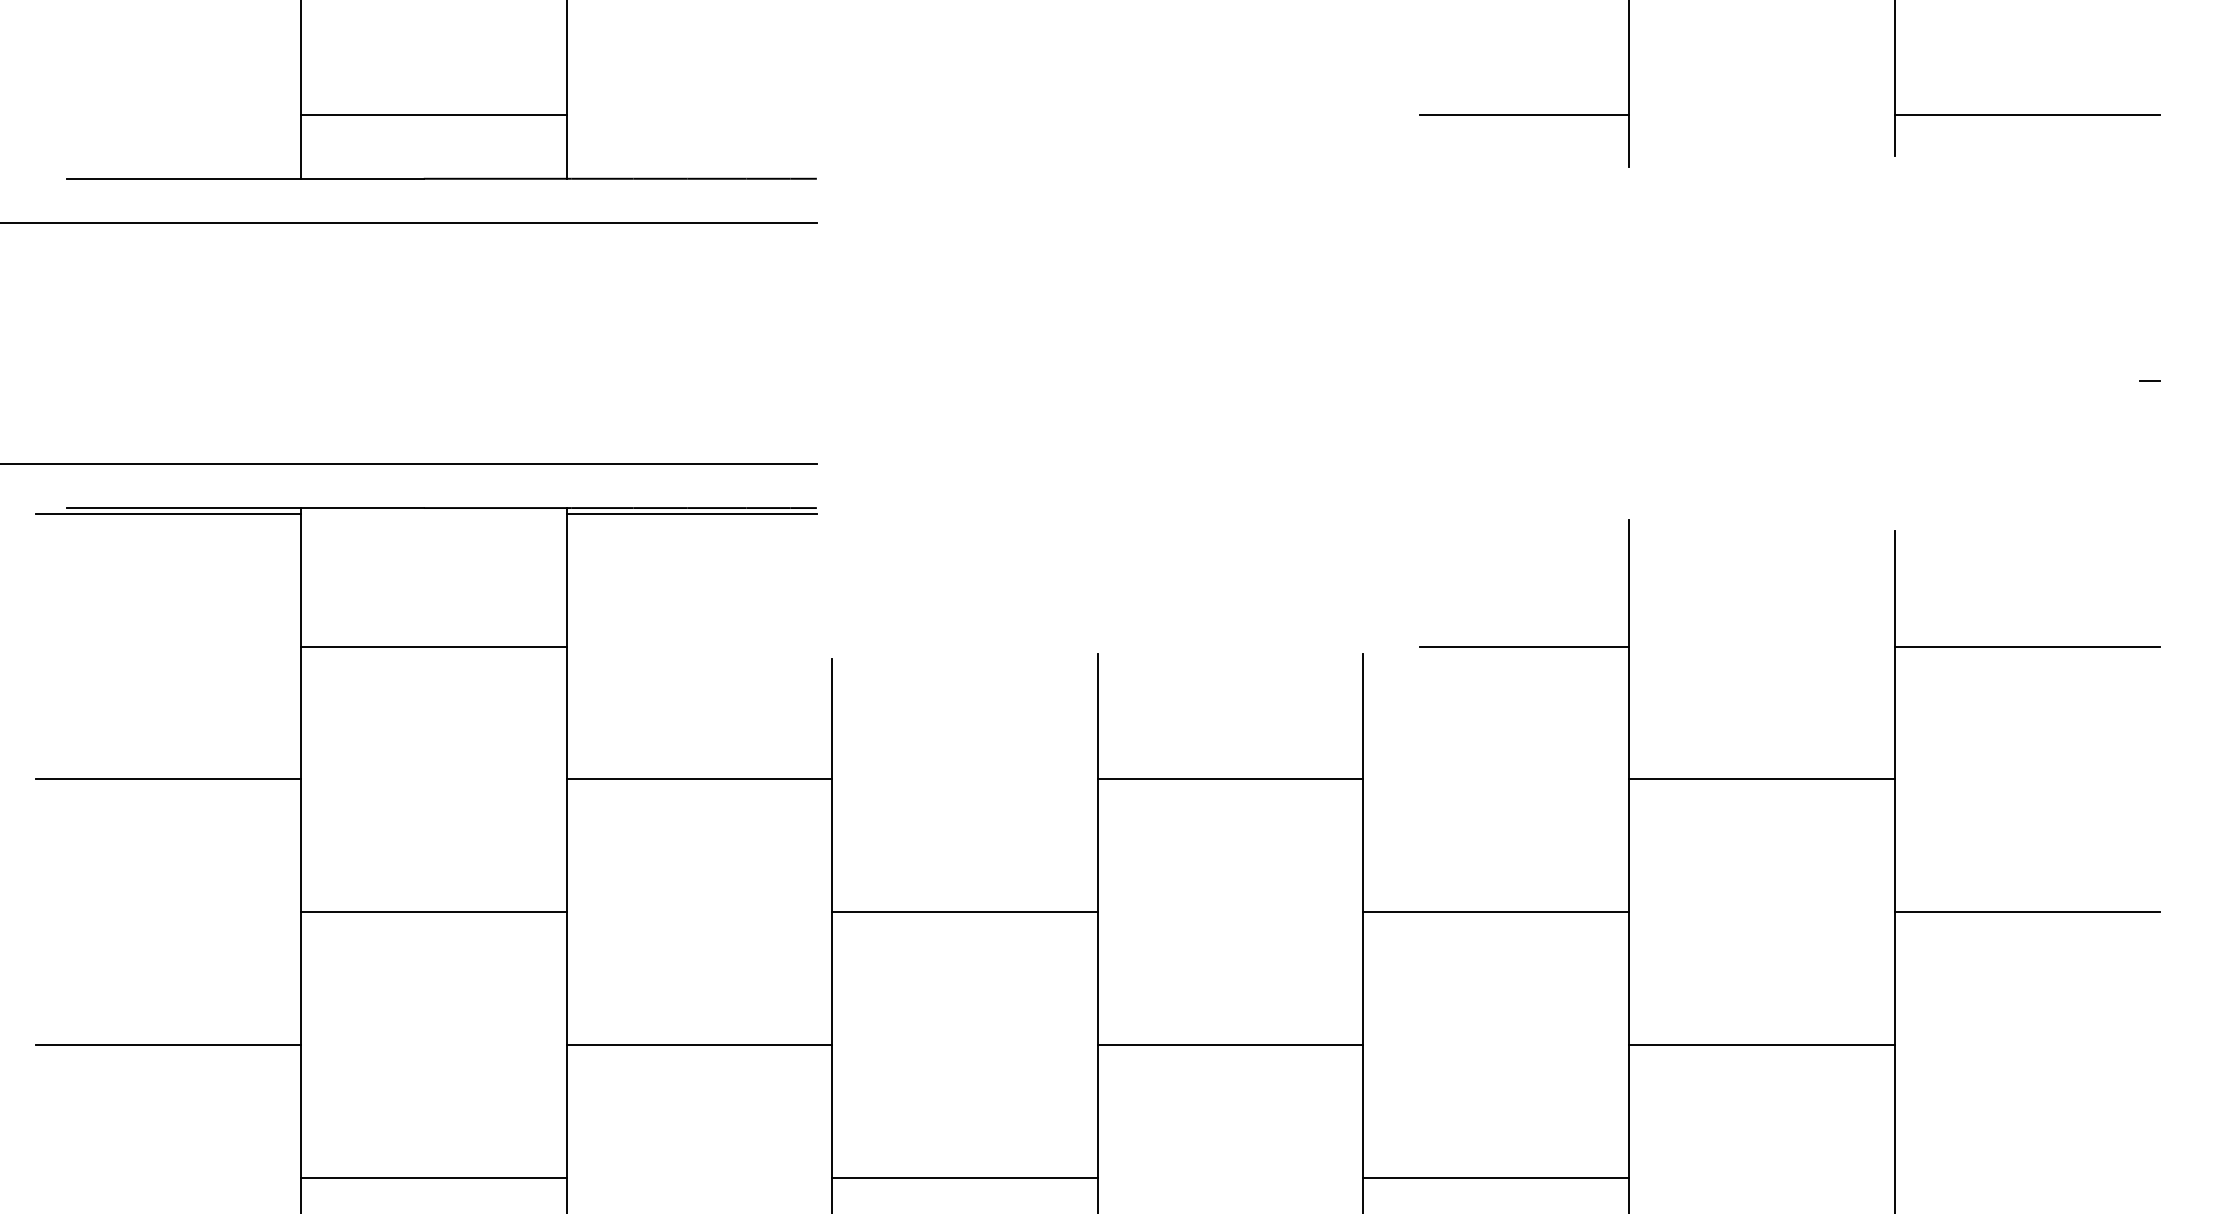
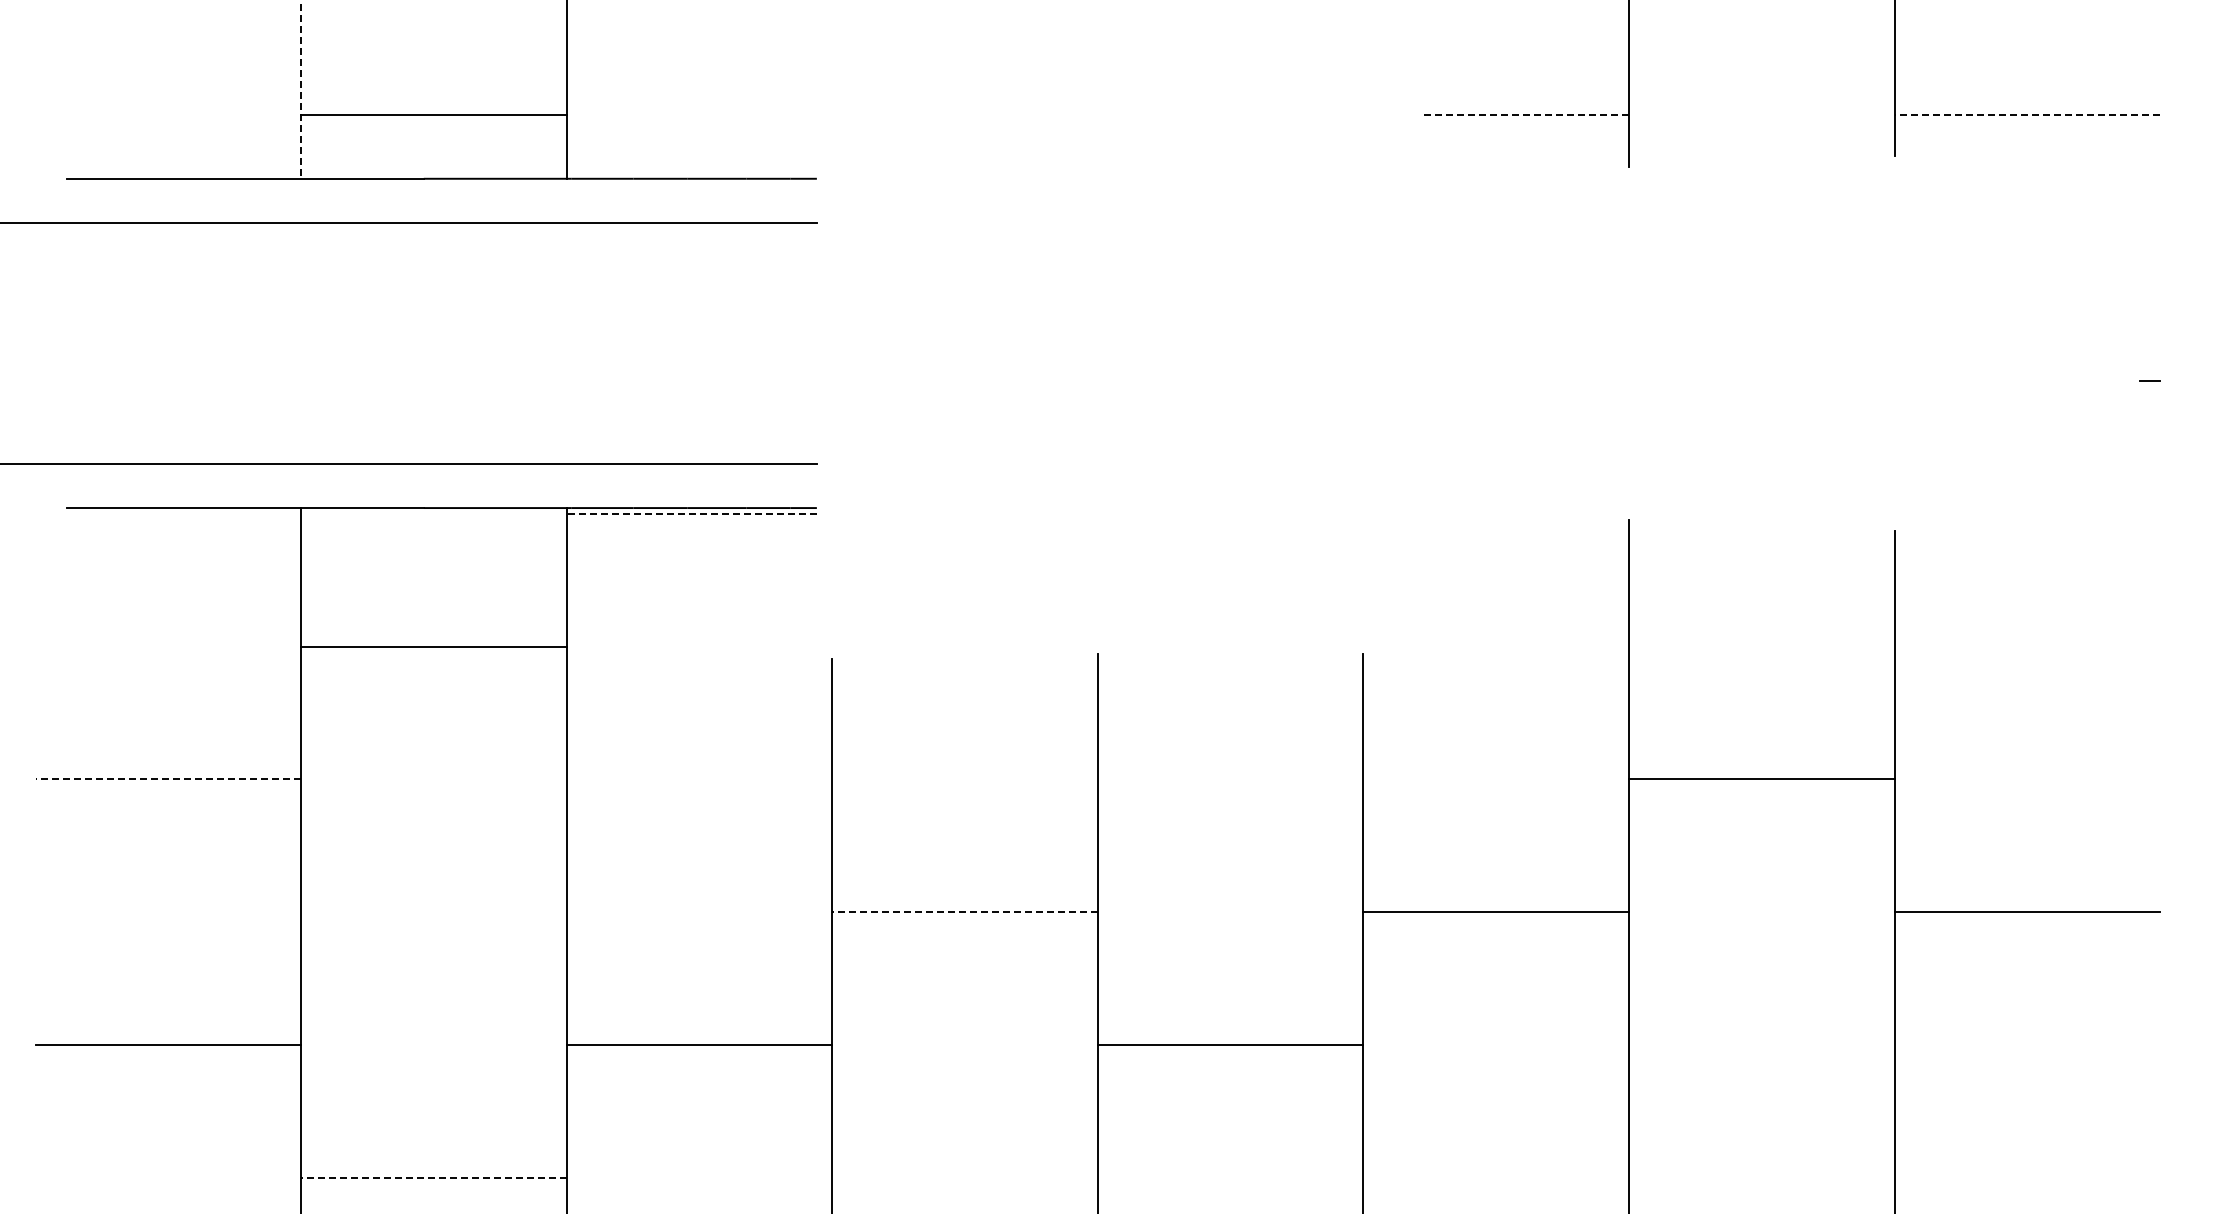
line at (301, 89): solid -> dashed
line at (1524, 115): solid -> dashed
line at (2027, 115): solid -> dashed
line at (168, 513): present -> none
line at (691, 513): solid -> dashed
line at (1524, 646): present -> none
line at (2027, 646): present -> none
line at (168, 779): solid -> dashed
line at (699, 779): present -> none
line at (1230, 779): present -> none
line at (433, 912): present -> none
line at (965, 912): solid -> dashed
line at (1761, 1044): present -> none
line at (434, 1177): solid -> dashed
line at (964, 1177): present -> none
line at (1496, 1177): present -> none
